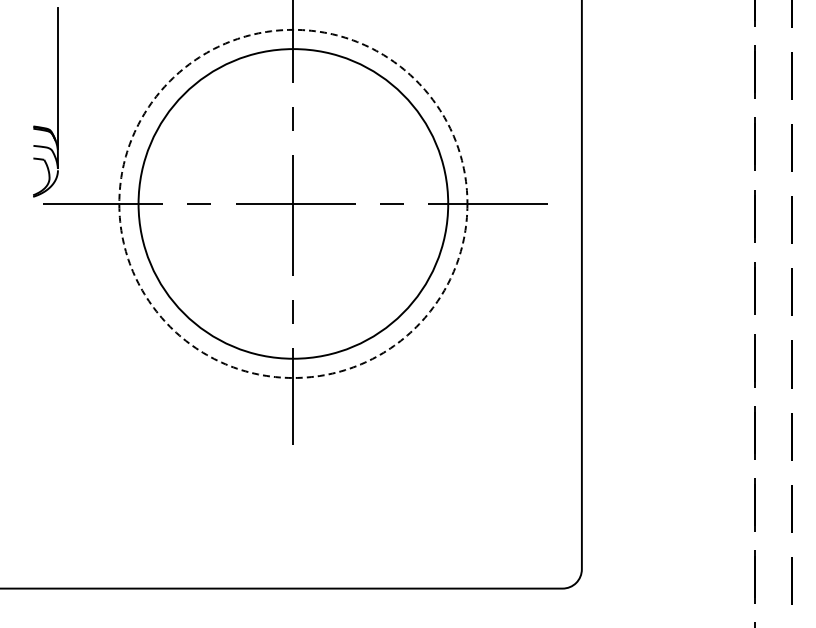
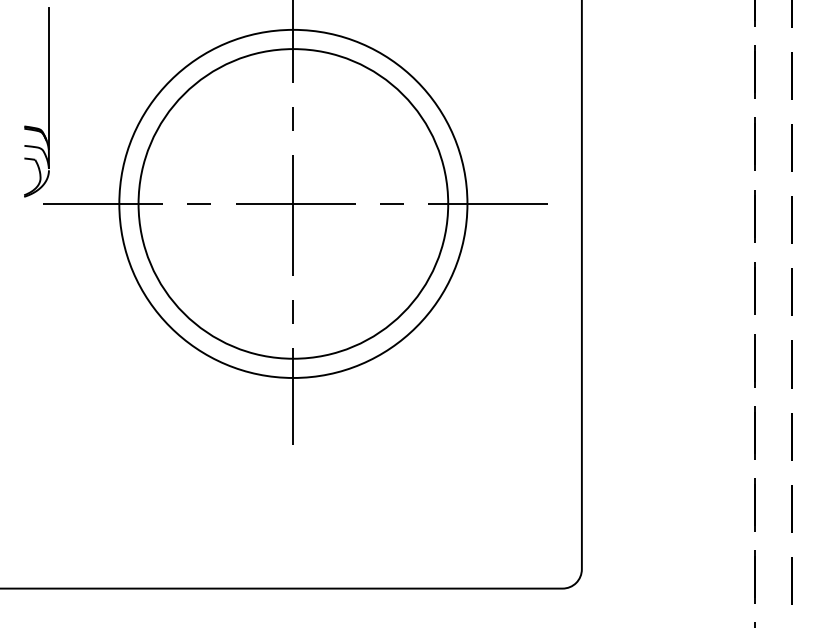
part at (57, 102) position: (57, 102) -> (48, 102)
circle at (293, 203): dashed -> solid
